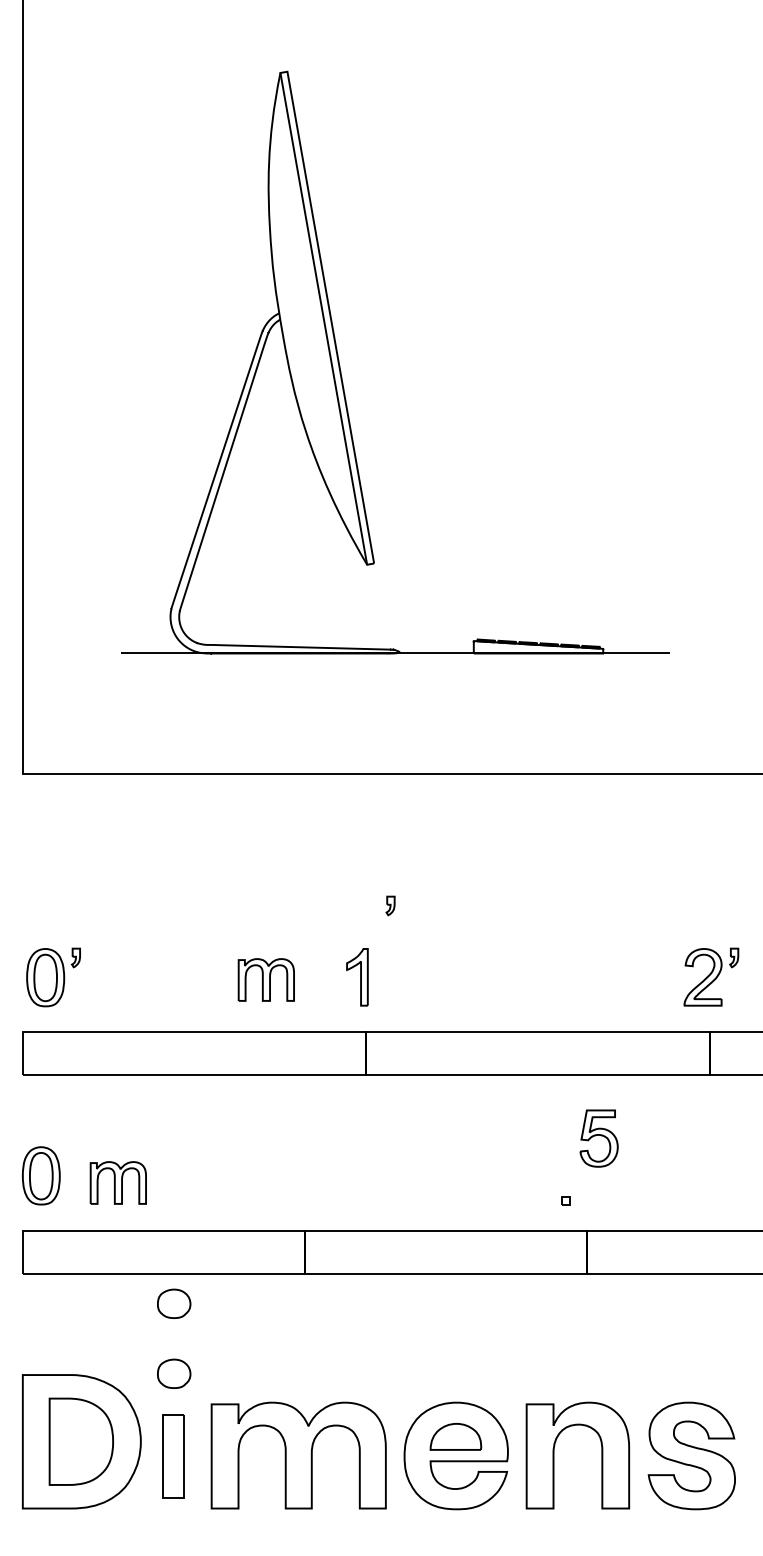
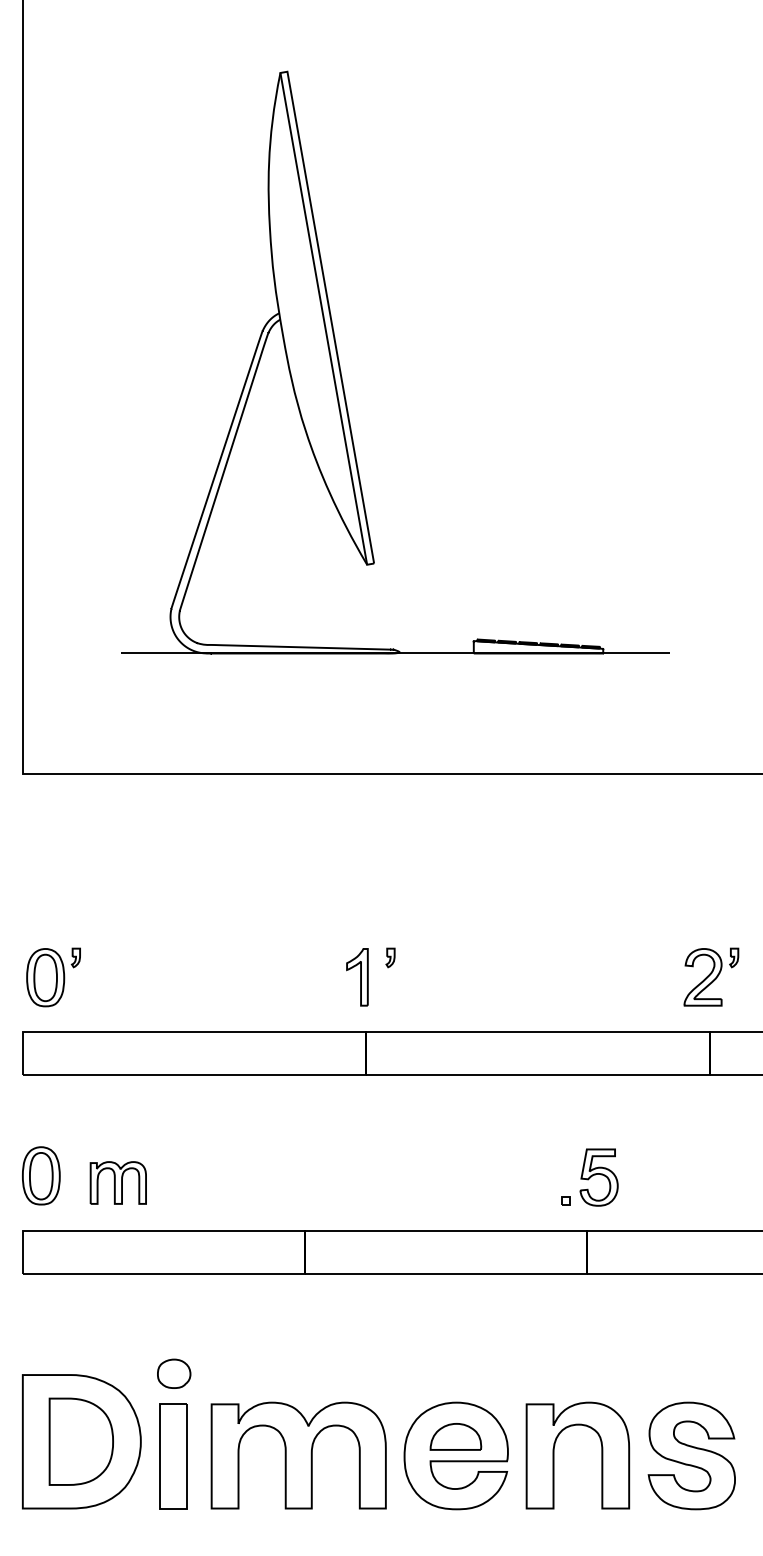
part at (390, 905) position: (390, 905) -> (390, 957)
part at (265, 979): present -> none
part at (598, 1138) position: (598, 1138) -> (598, 1177)
part at (174, 1303): present -> none
part at (173, 1456) size: 23x85 px -> 29x107 px
